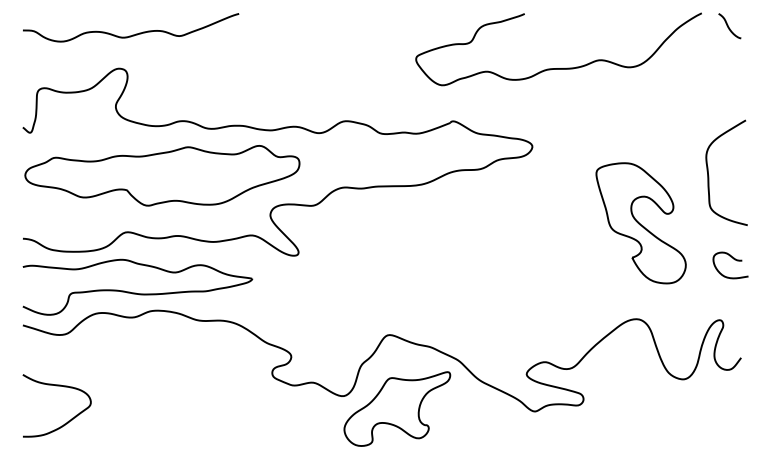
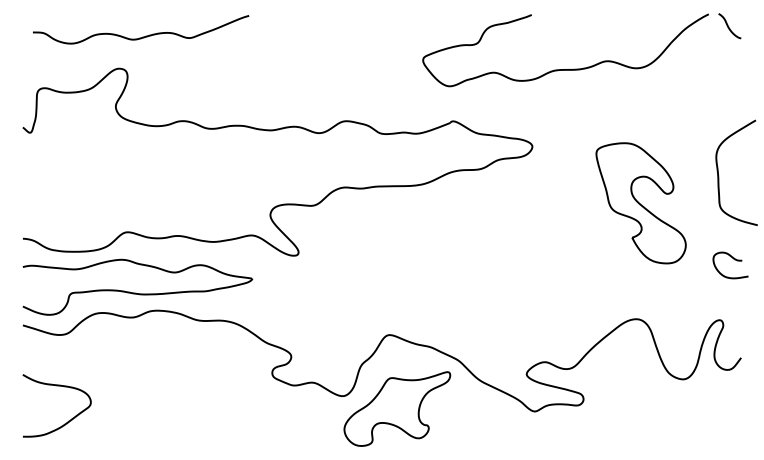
curve at (132, 34) position: (132, 34) -> (142, 36)
curve at (558, 68) position: (558, 68) -> (565, 69)
part at (162, 175): present -> none
curve at (709, 175) position: (709, 175) -> (719, 175)
part at (640, 223) position: (640, 223) -> (640, 203)
